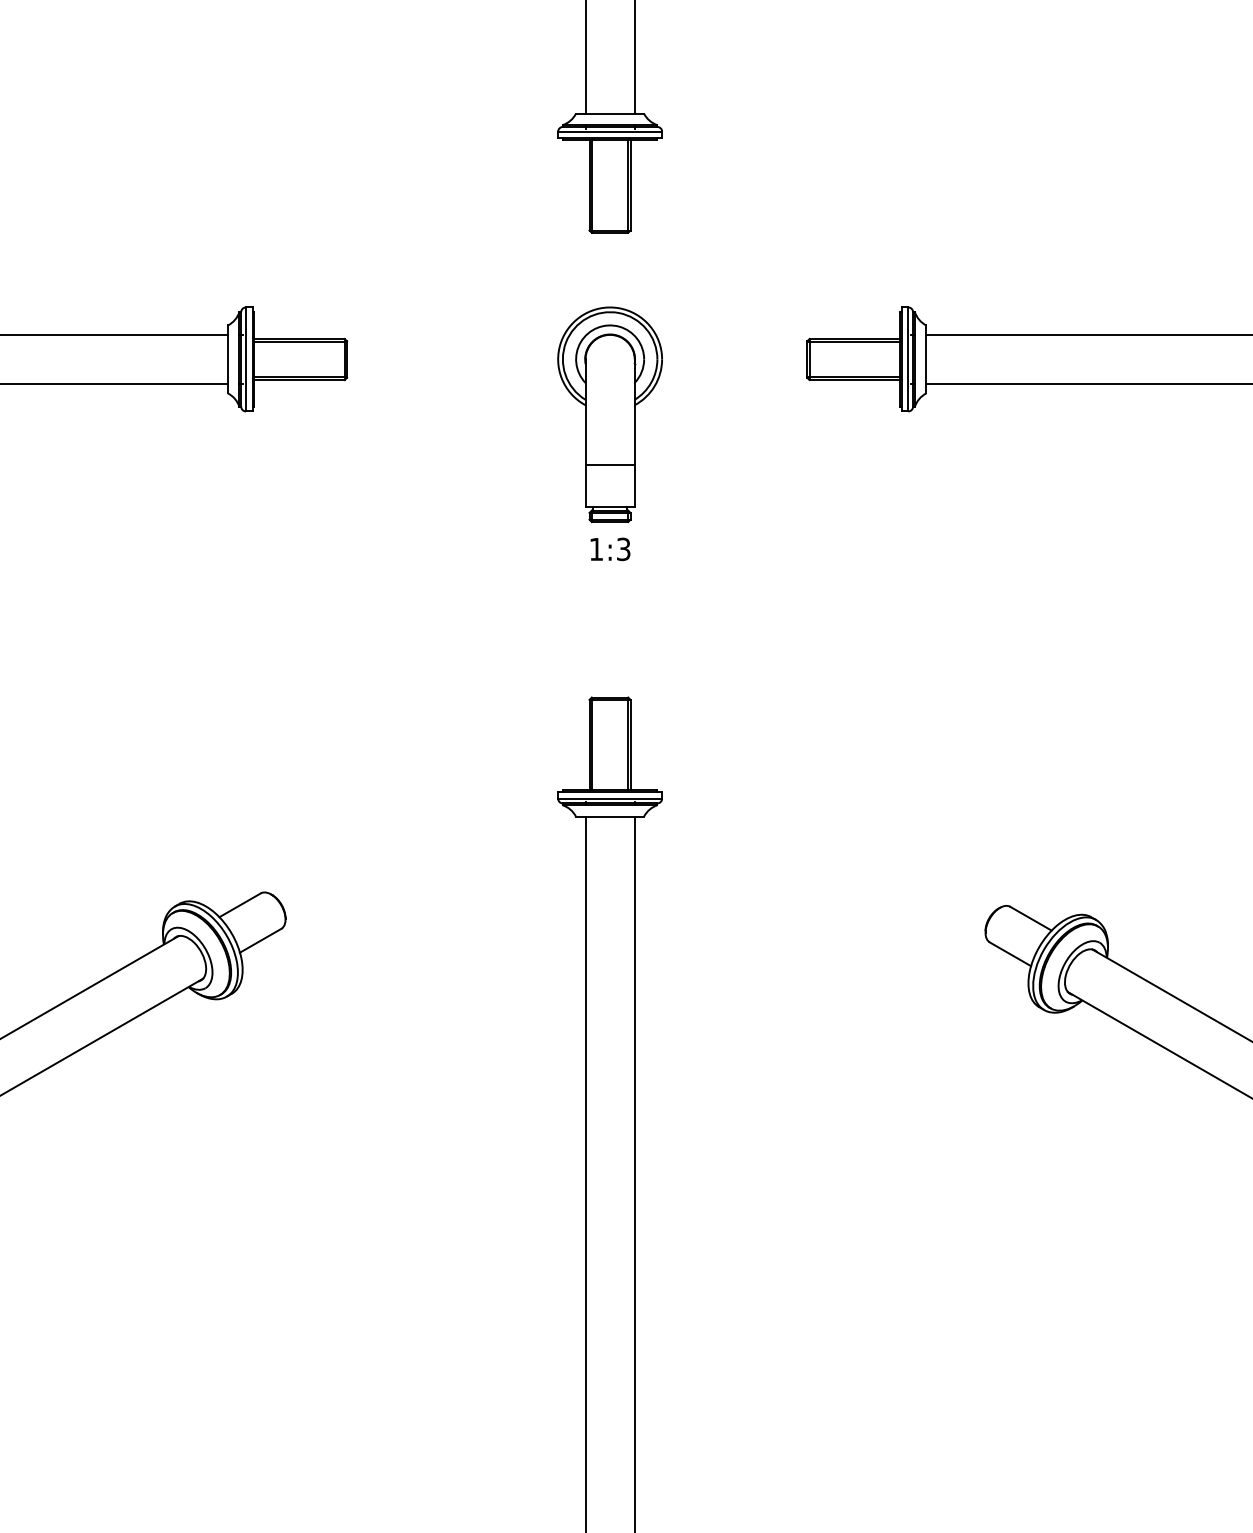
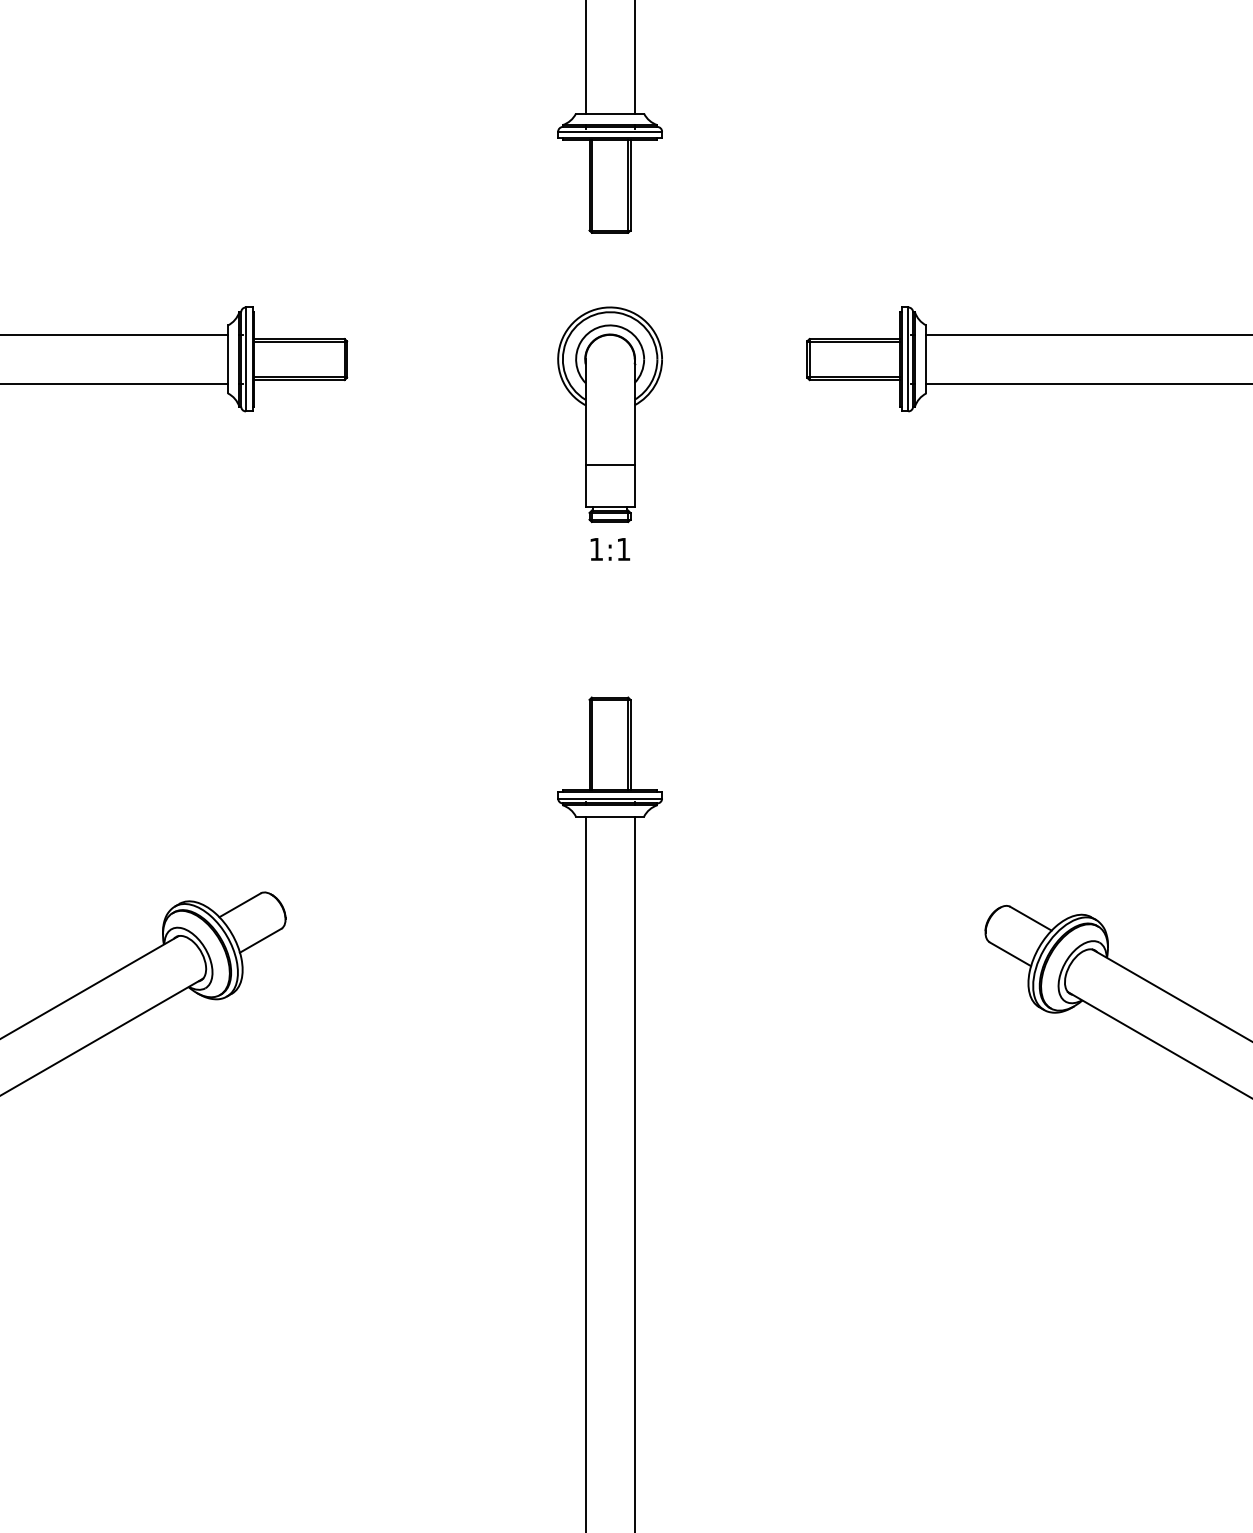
text at (623, 549): 1:3 -> 1:1
